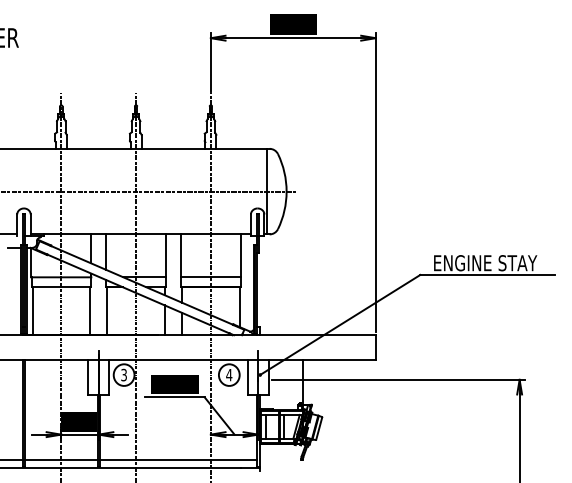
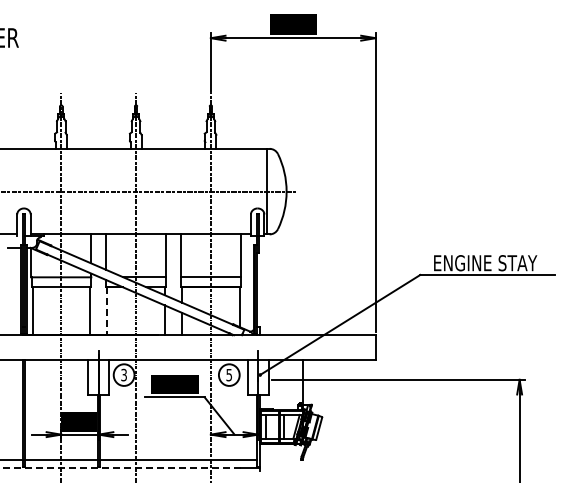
line at (107, 311): solid -> dashed
text at (229, 375): 4 -> 5
line at (120, 468): solid -> dashed
